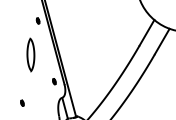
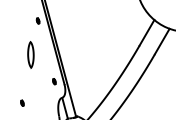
part at (30, 54) size: 10x36 px -> 8x28 px
